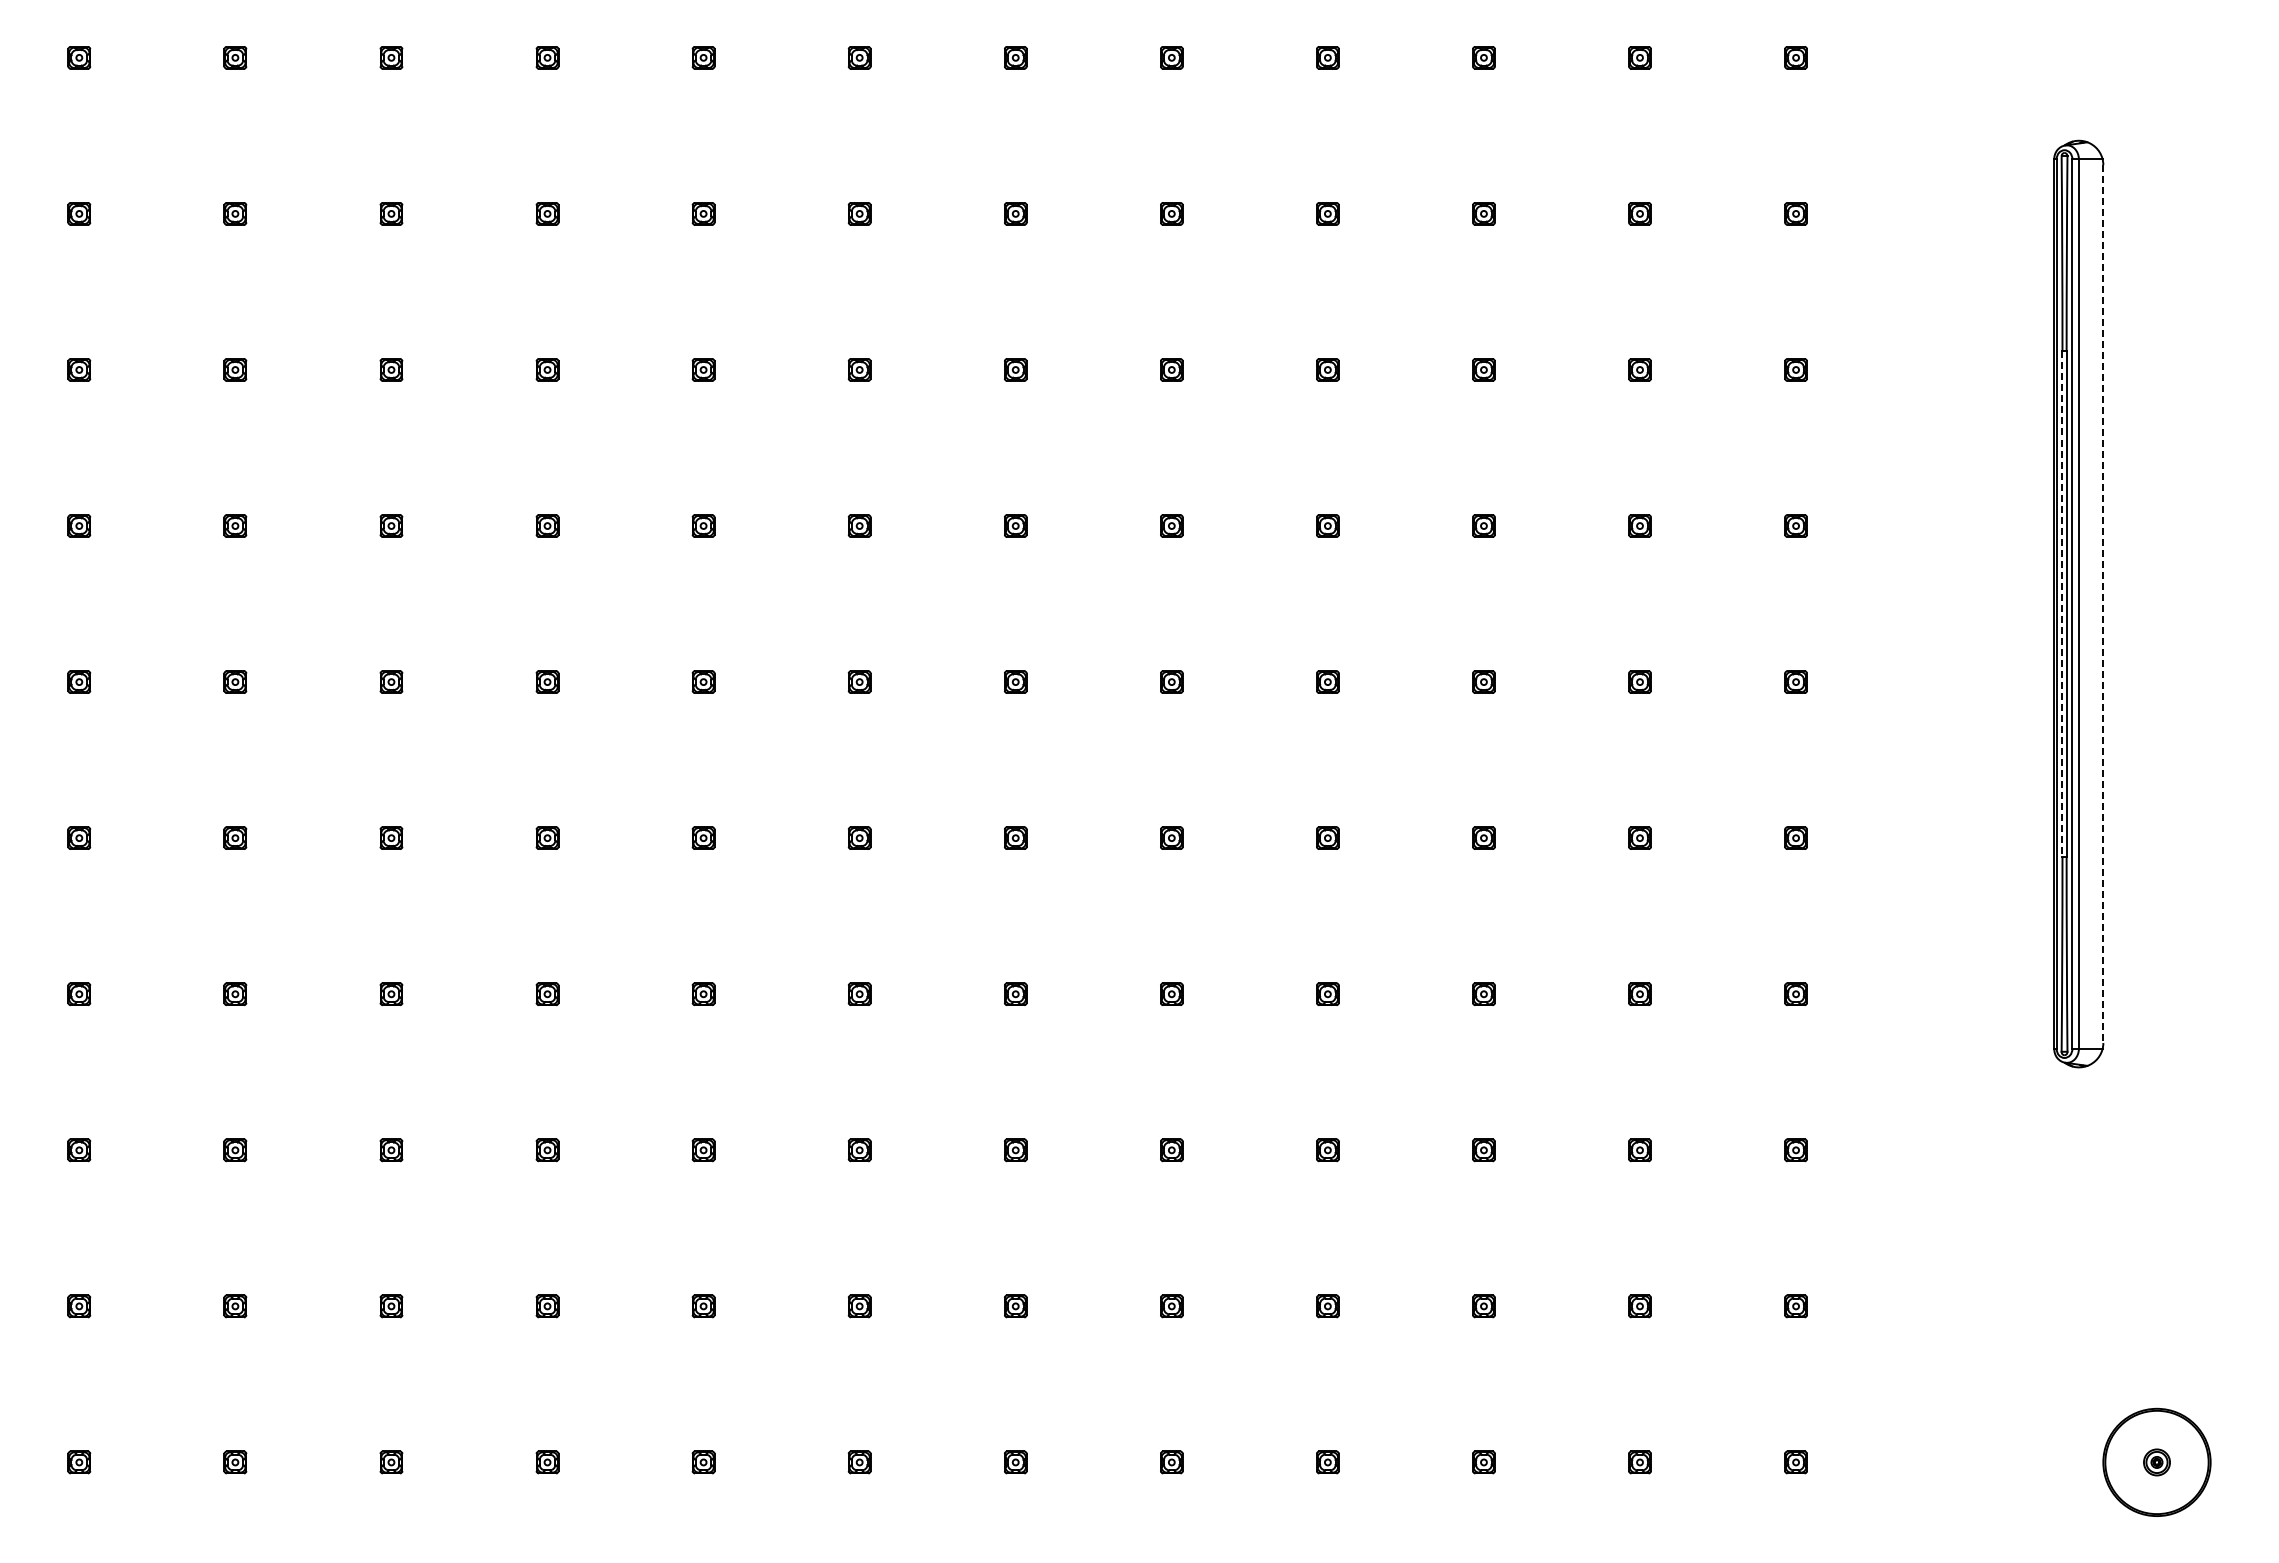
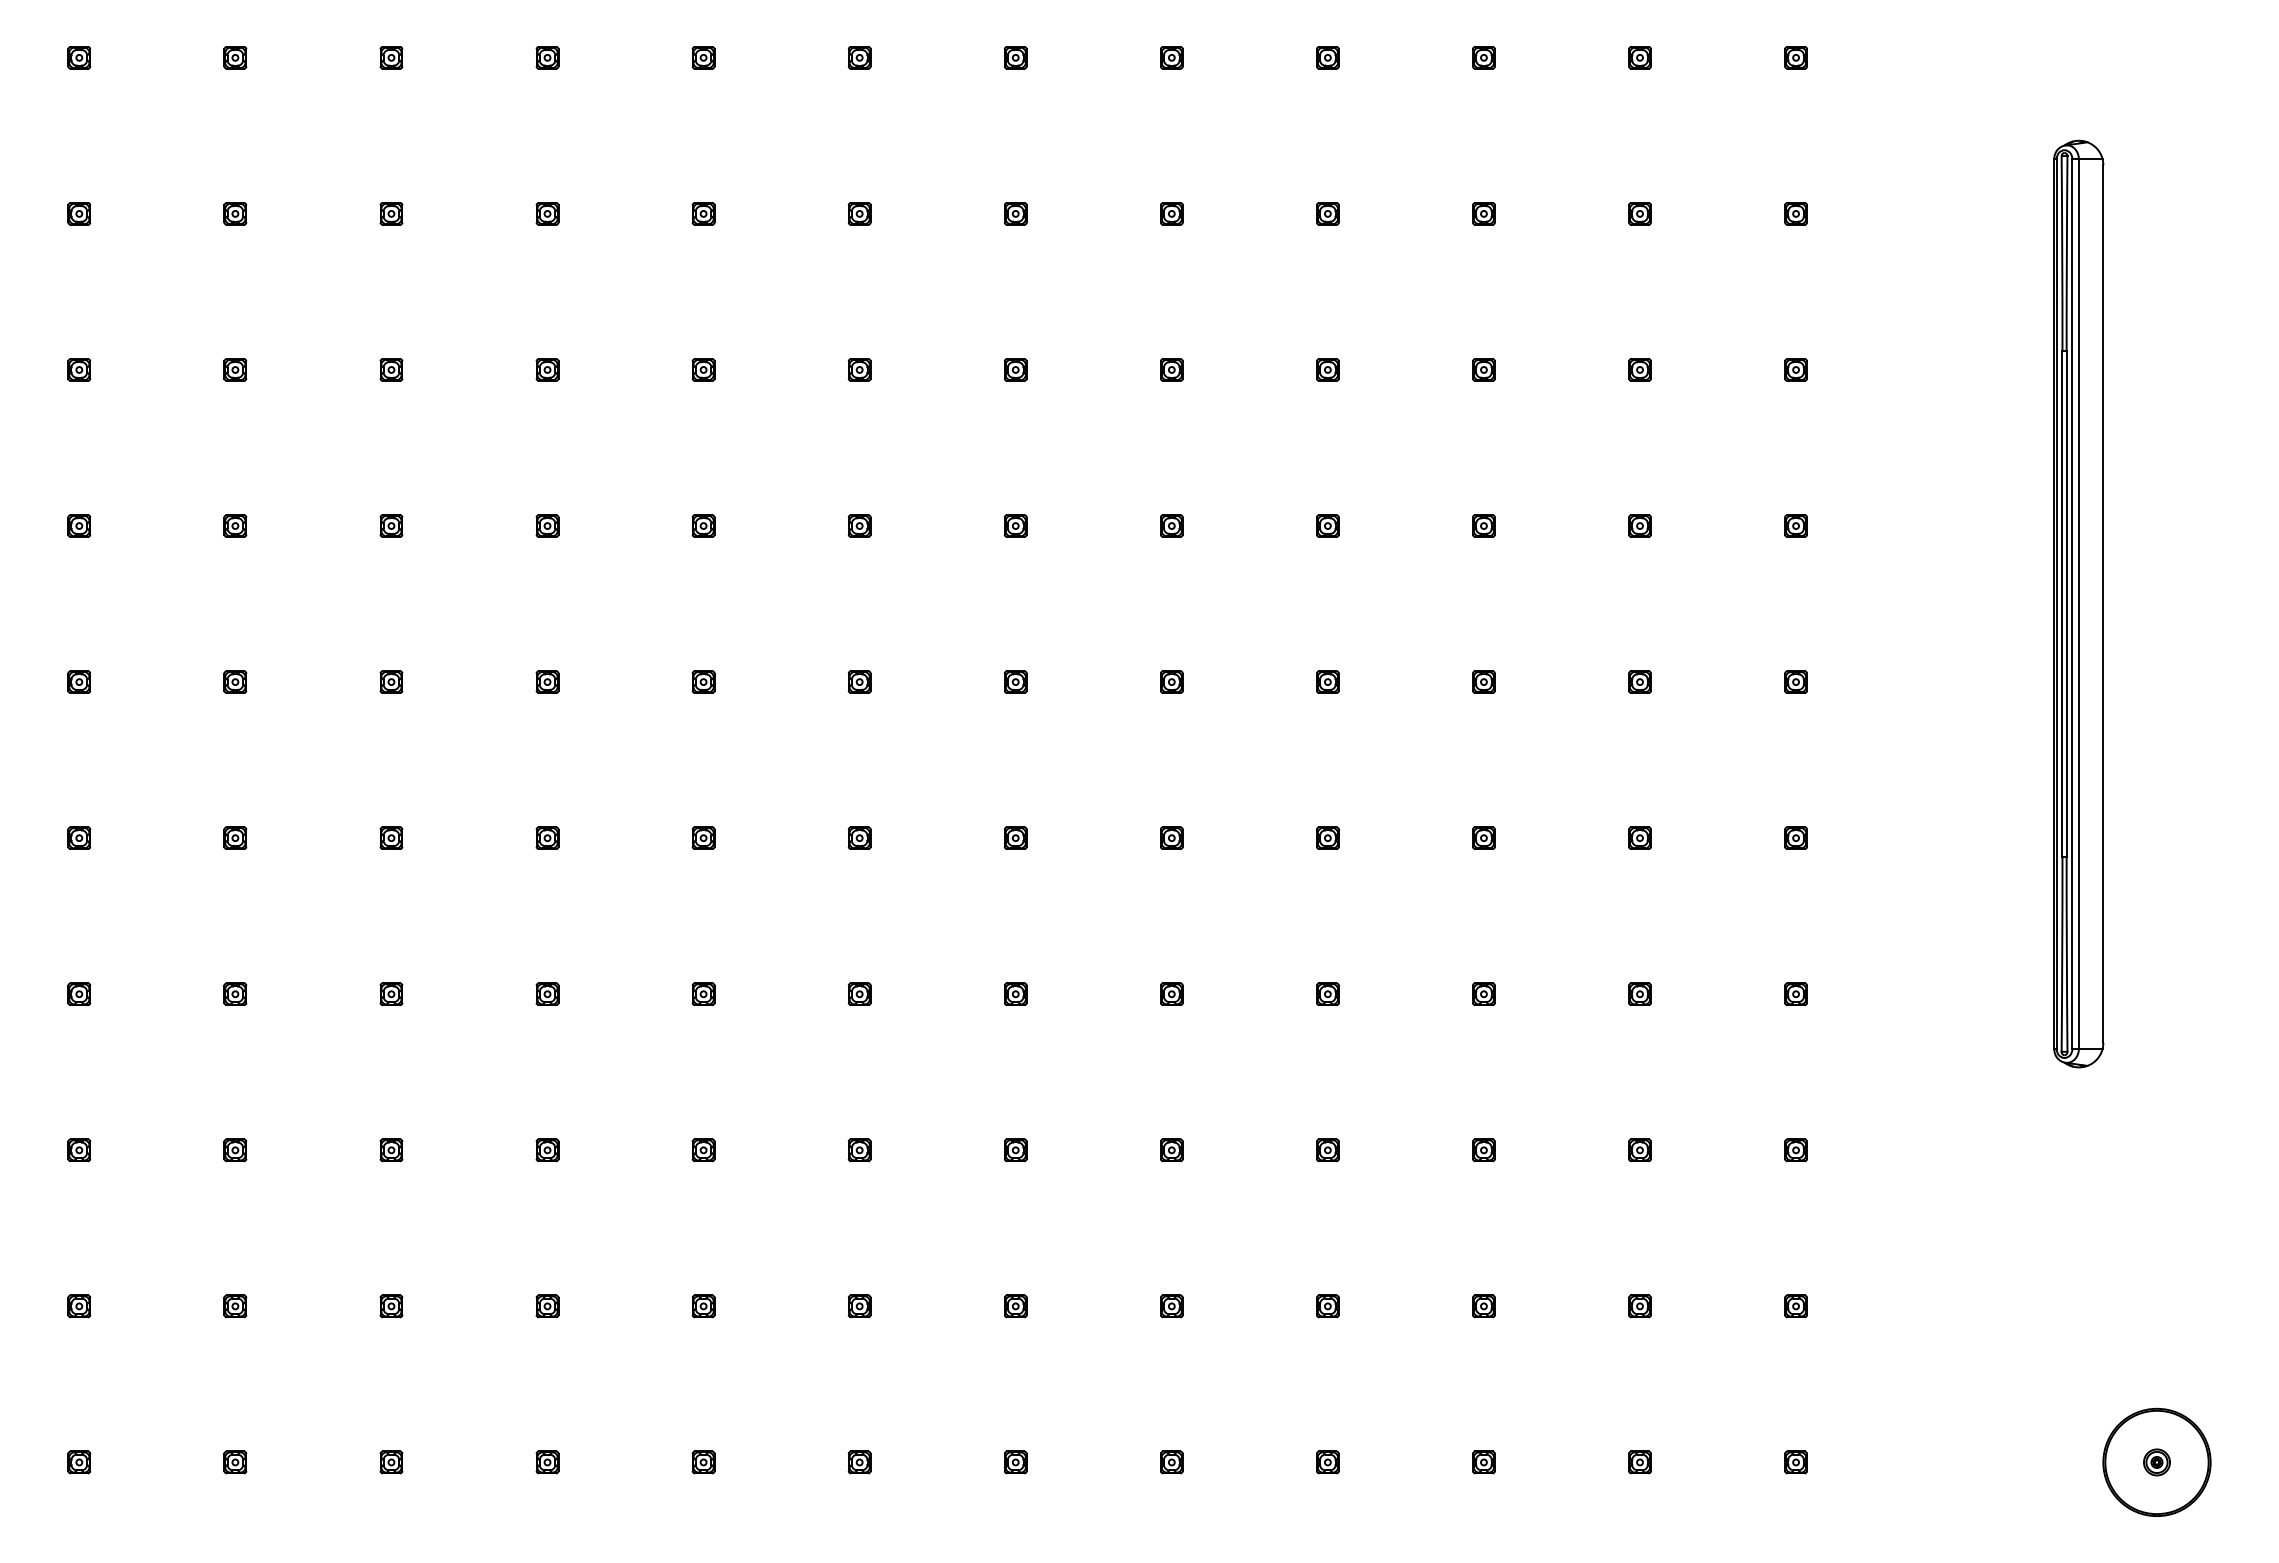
line at (2062, 604): dashed -> solid
line at (2103, 604): dashed -> solid
